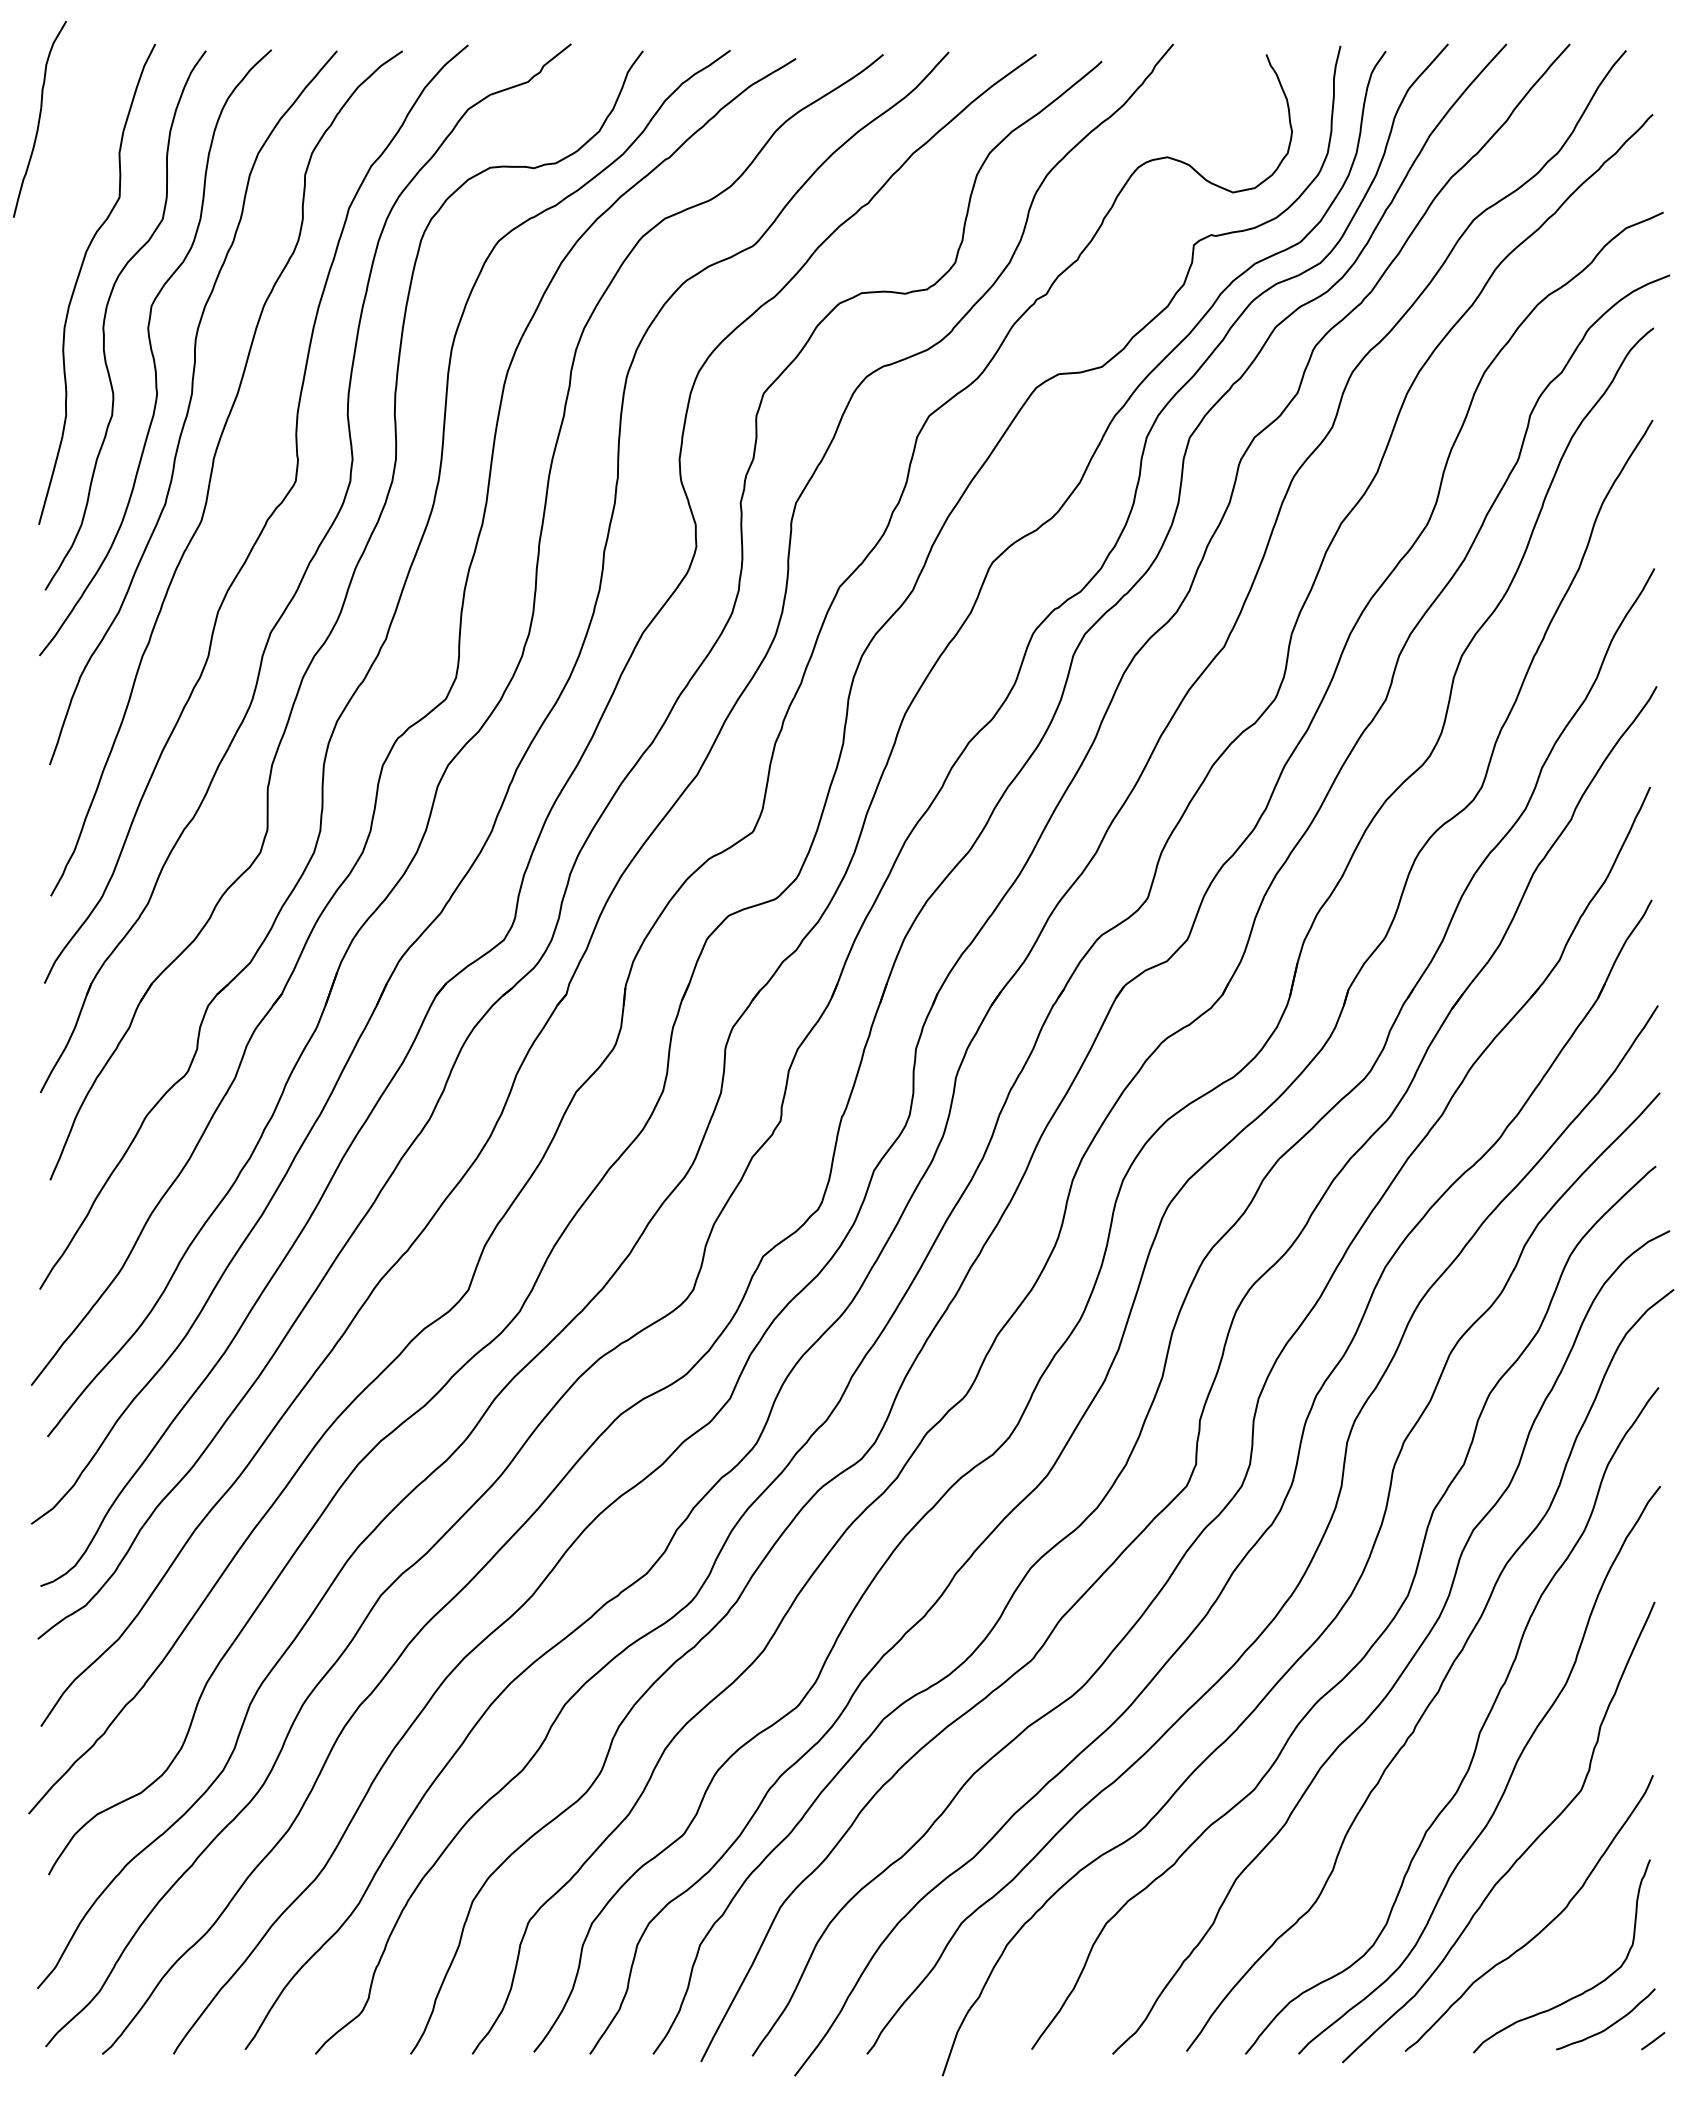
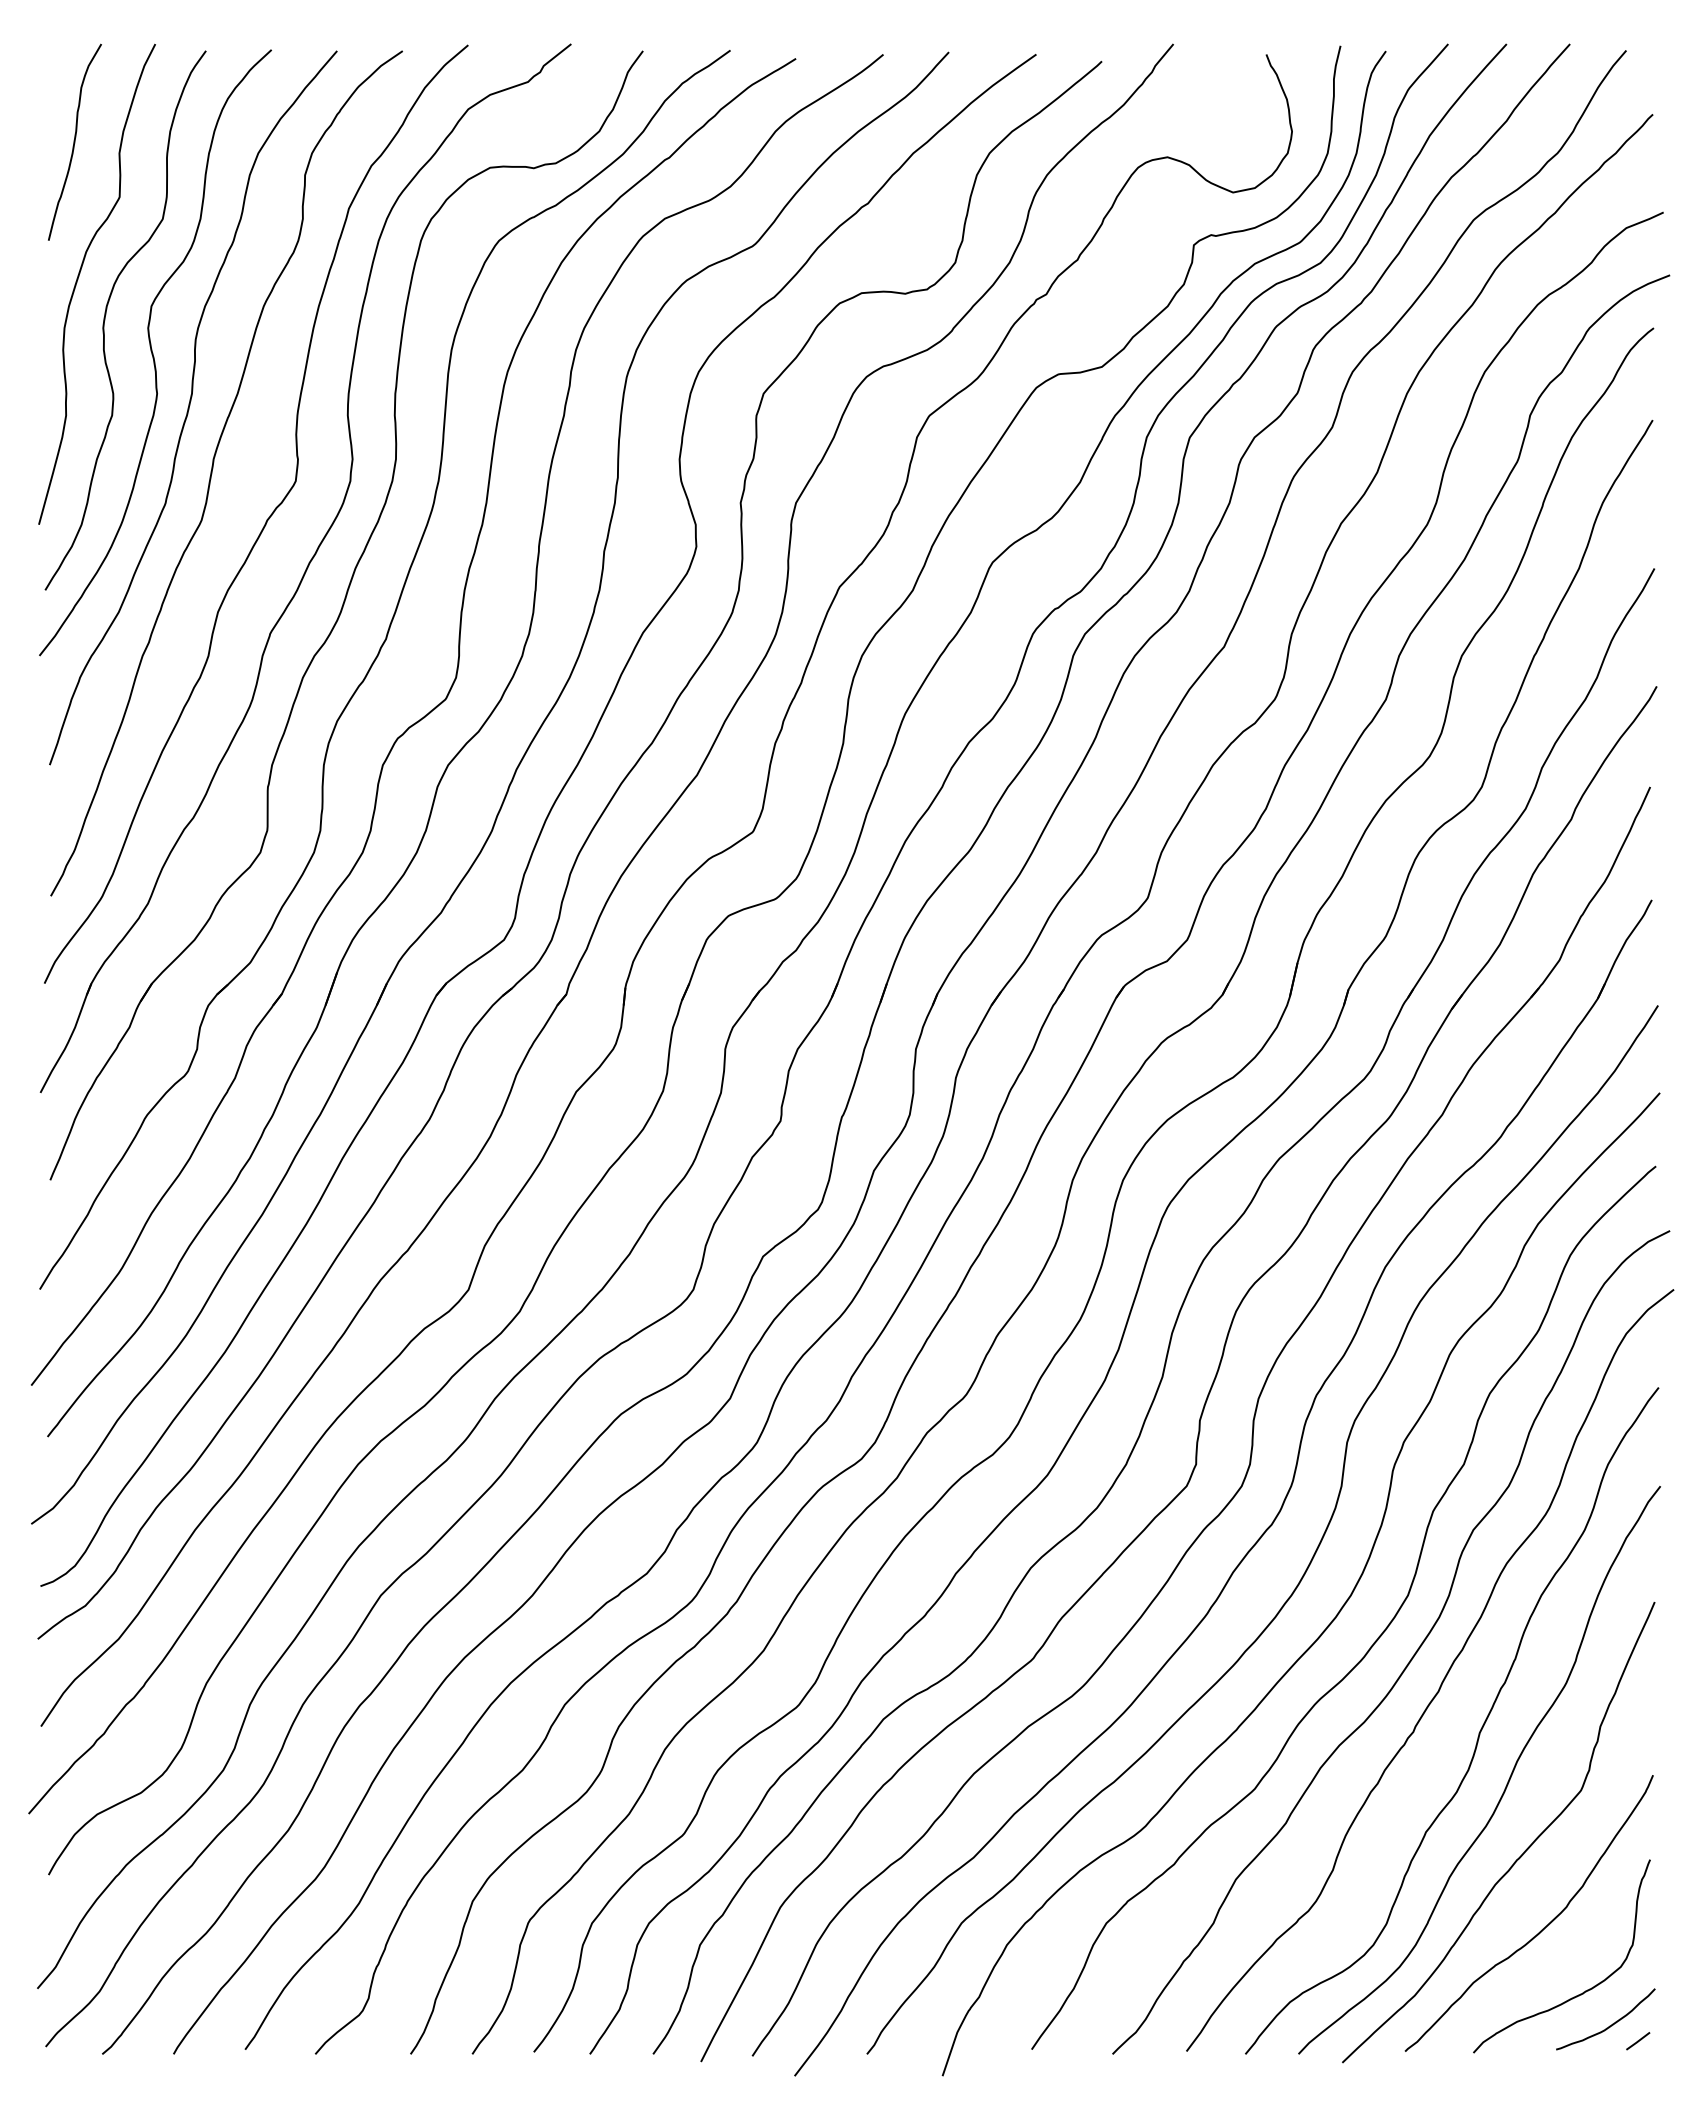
curve at (39, 118) position: (39, 118) -> (74, 141)
line at (1653, 2041) position: (1653, 2041) -> (1638, 2041)
